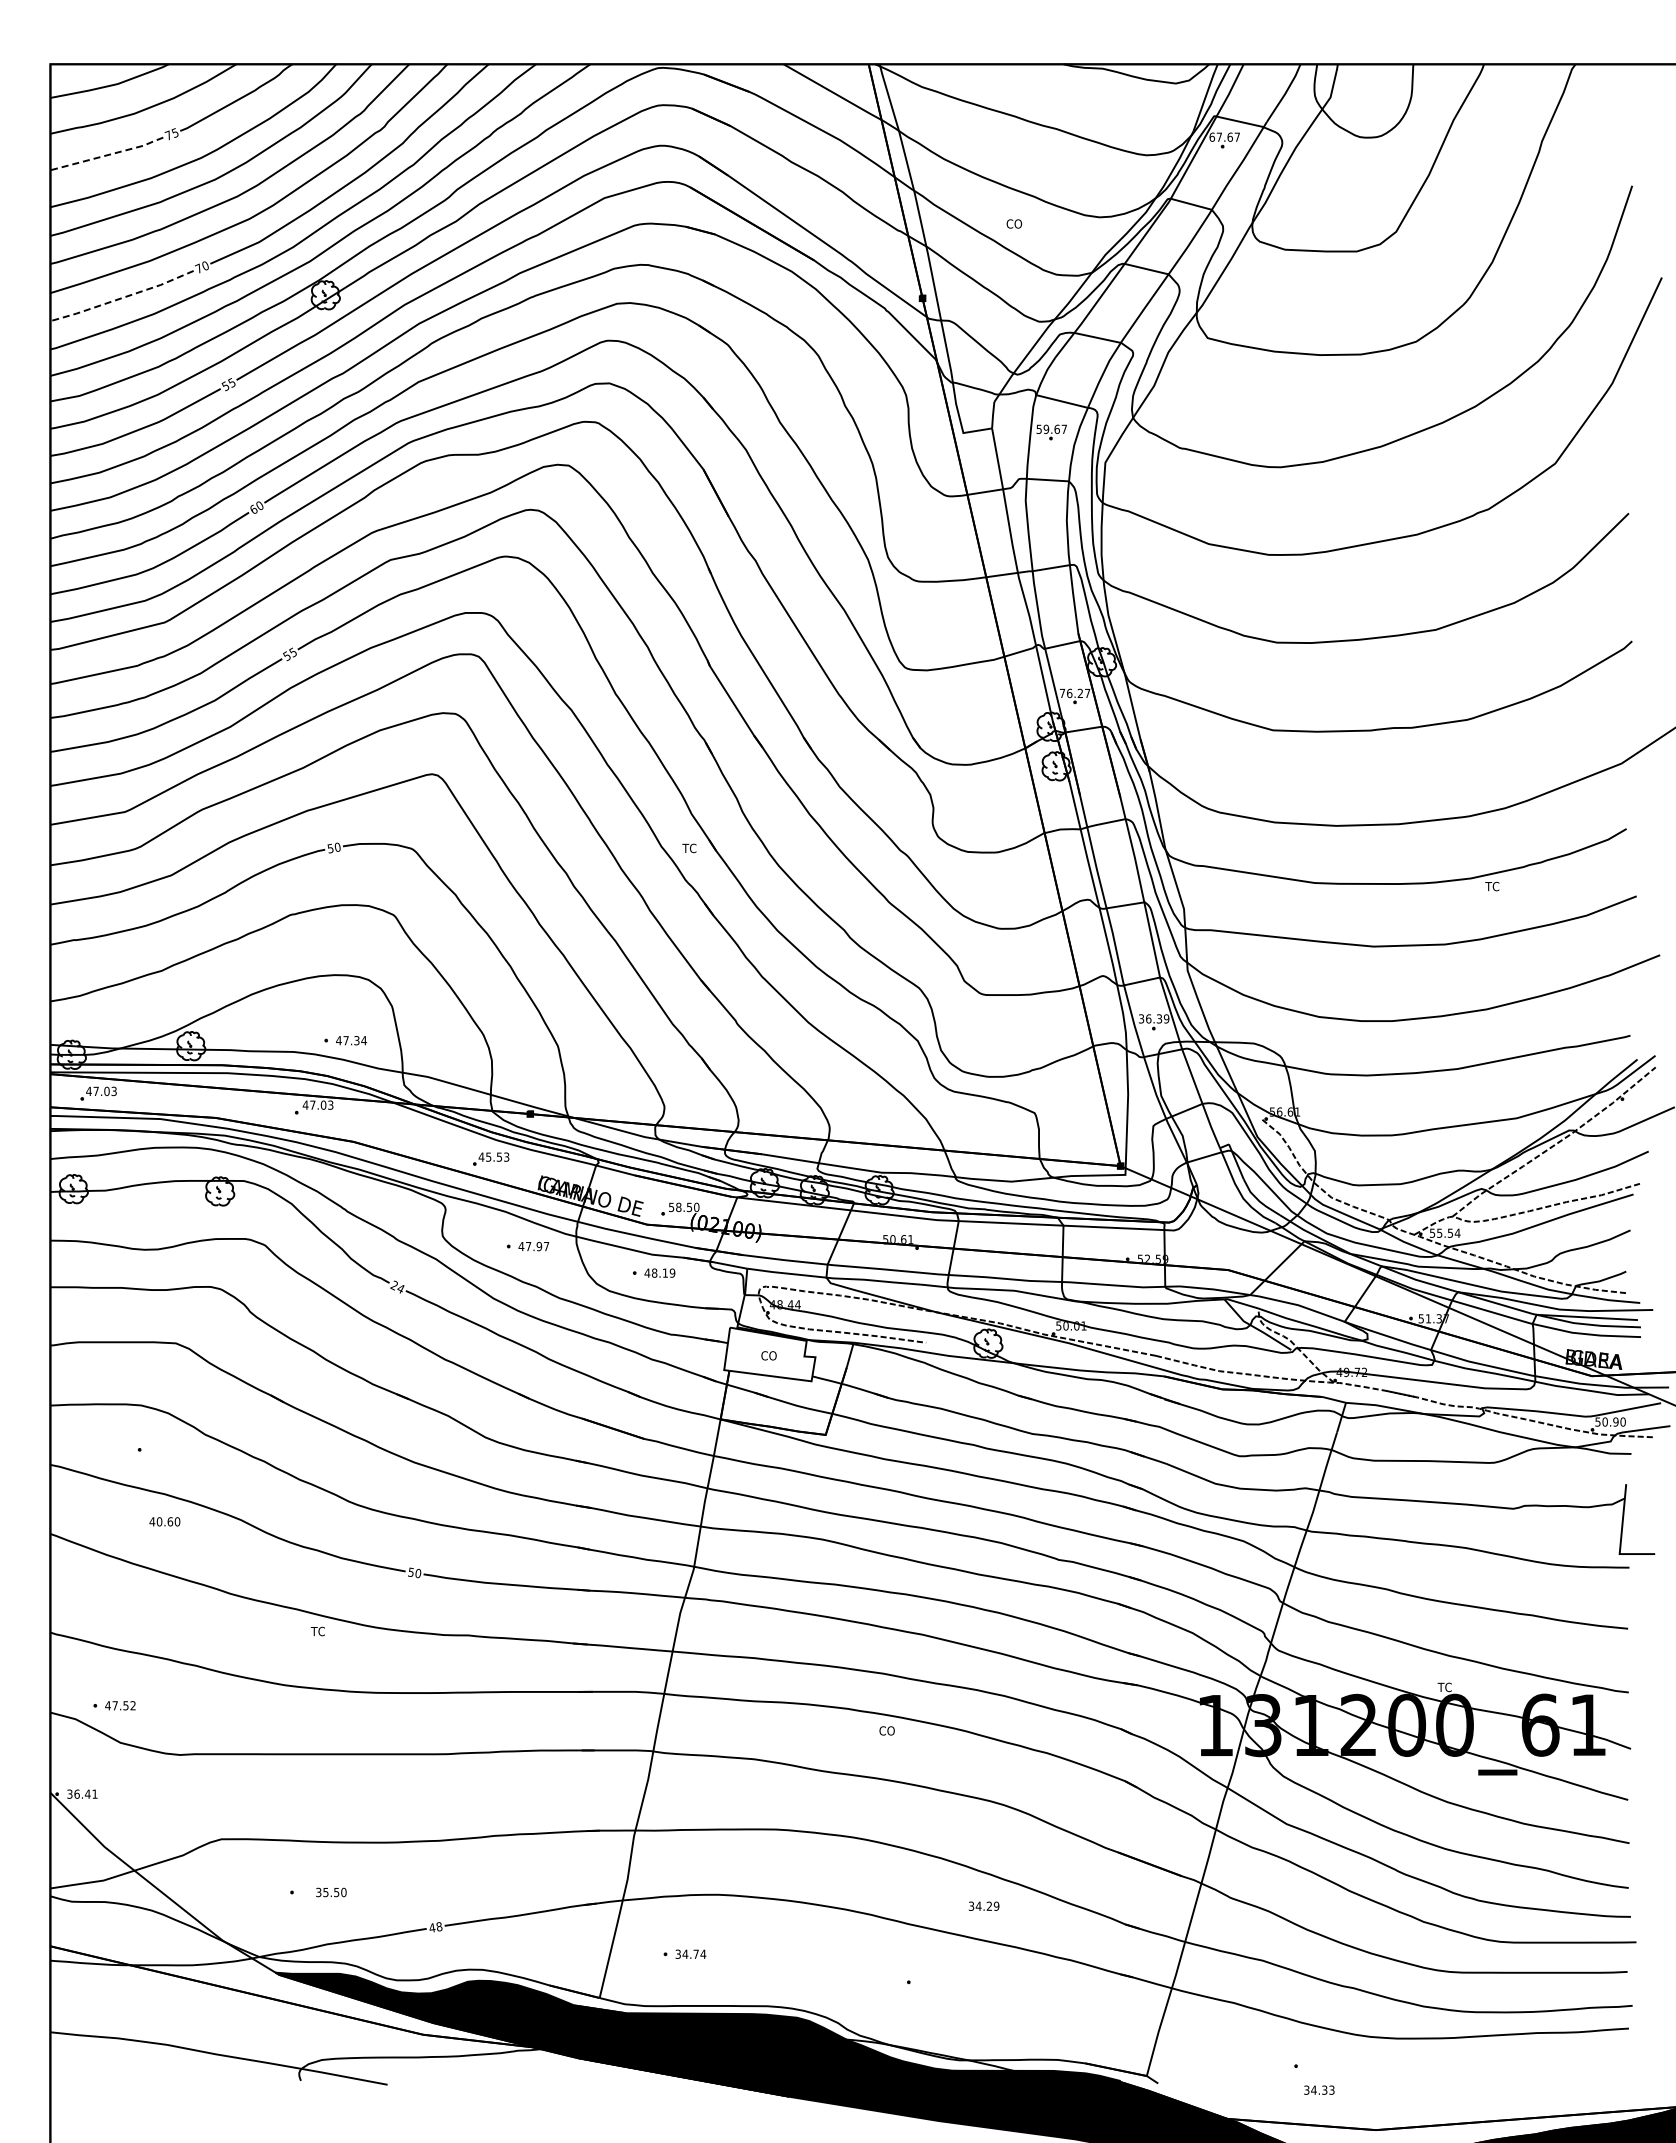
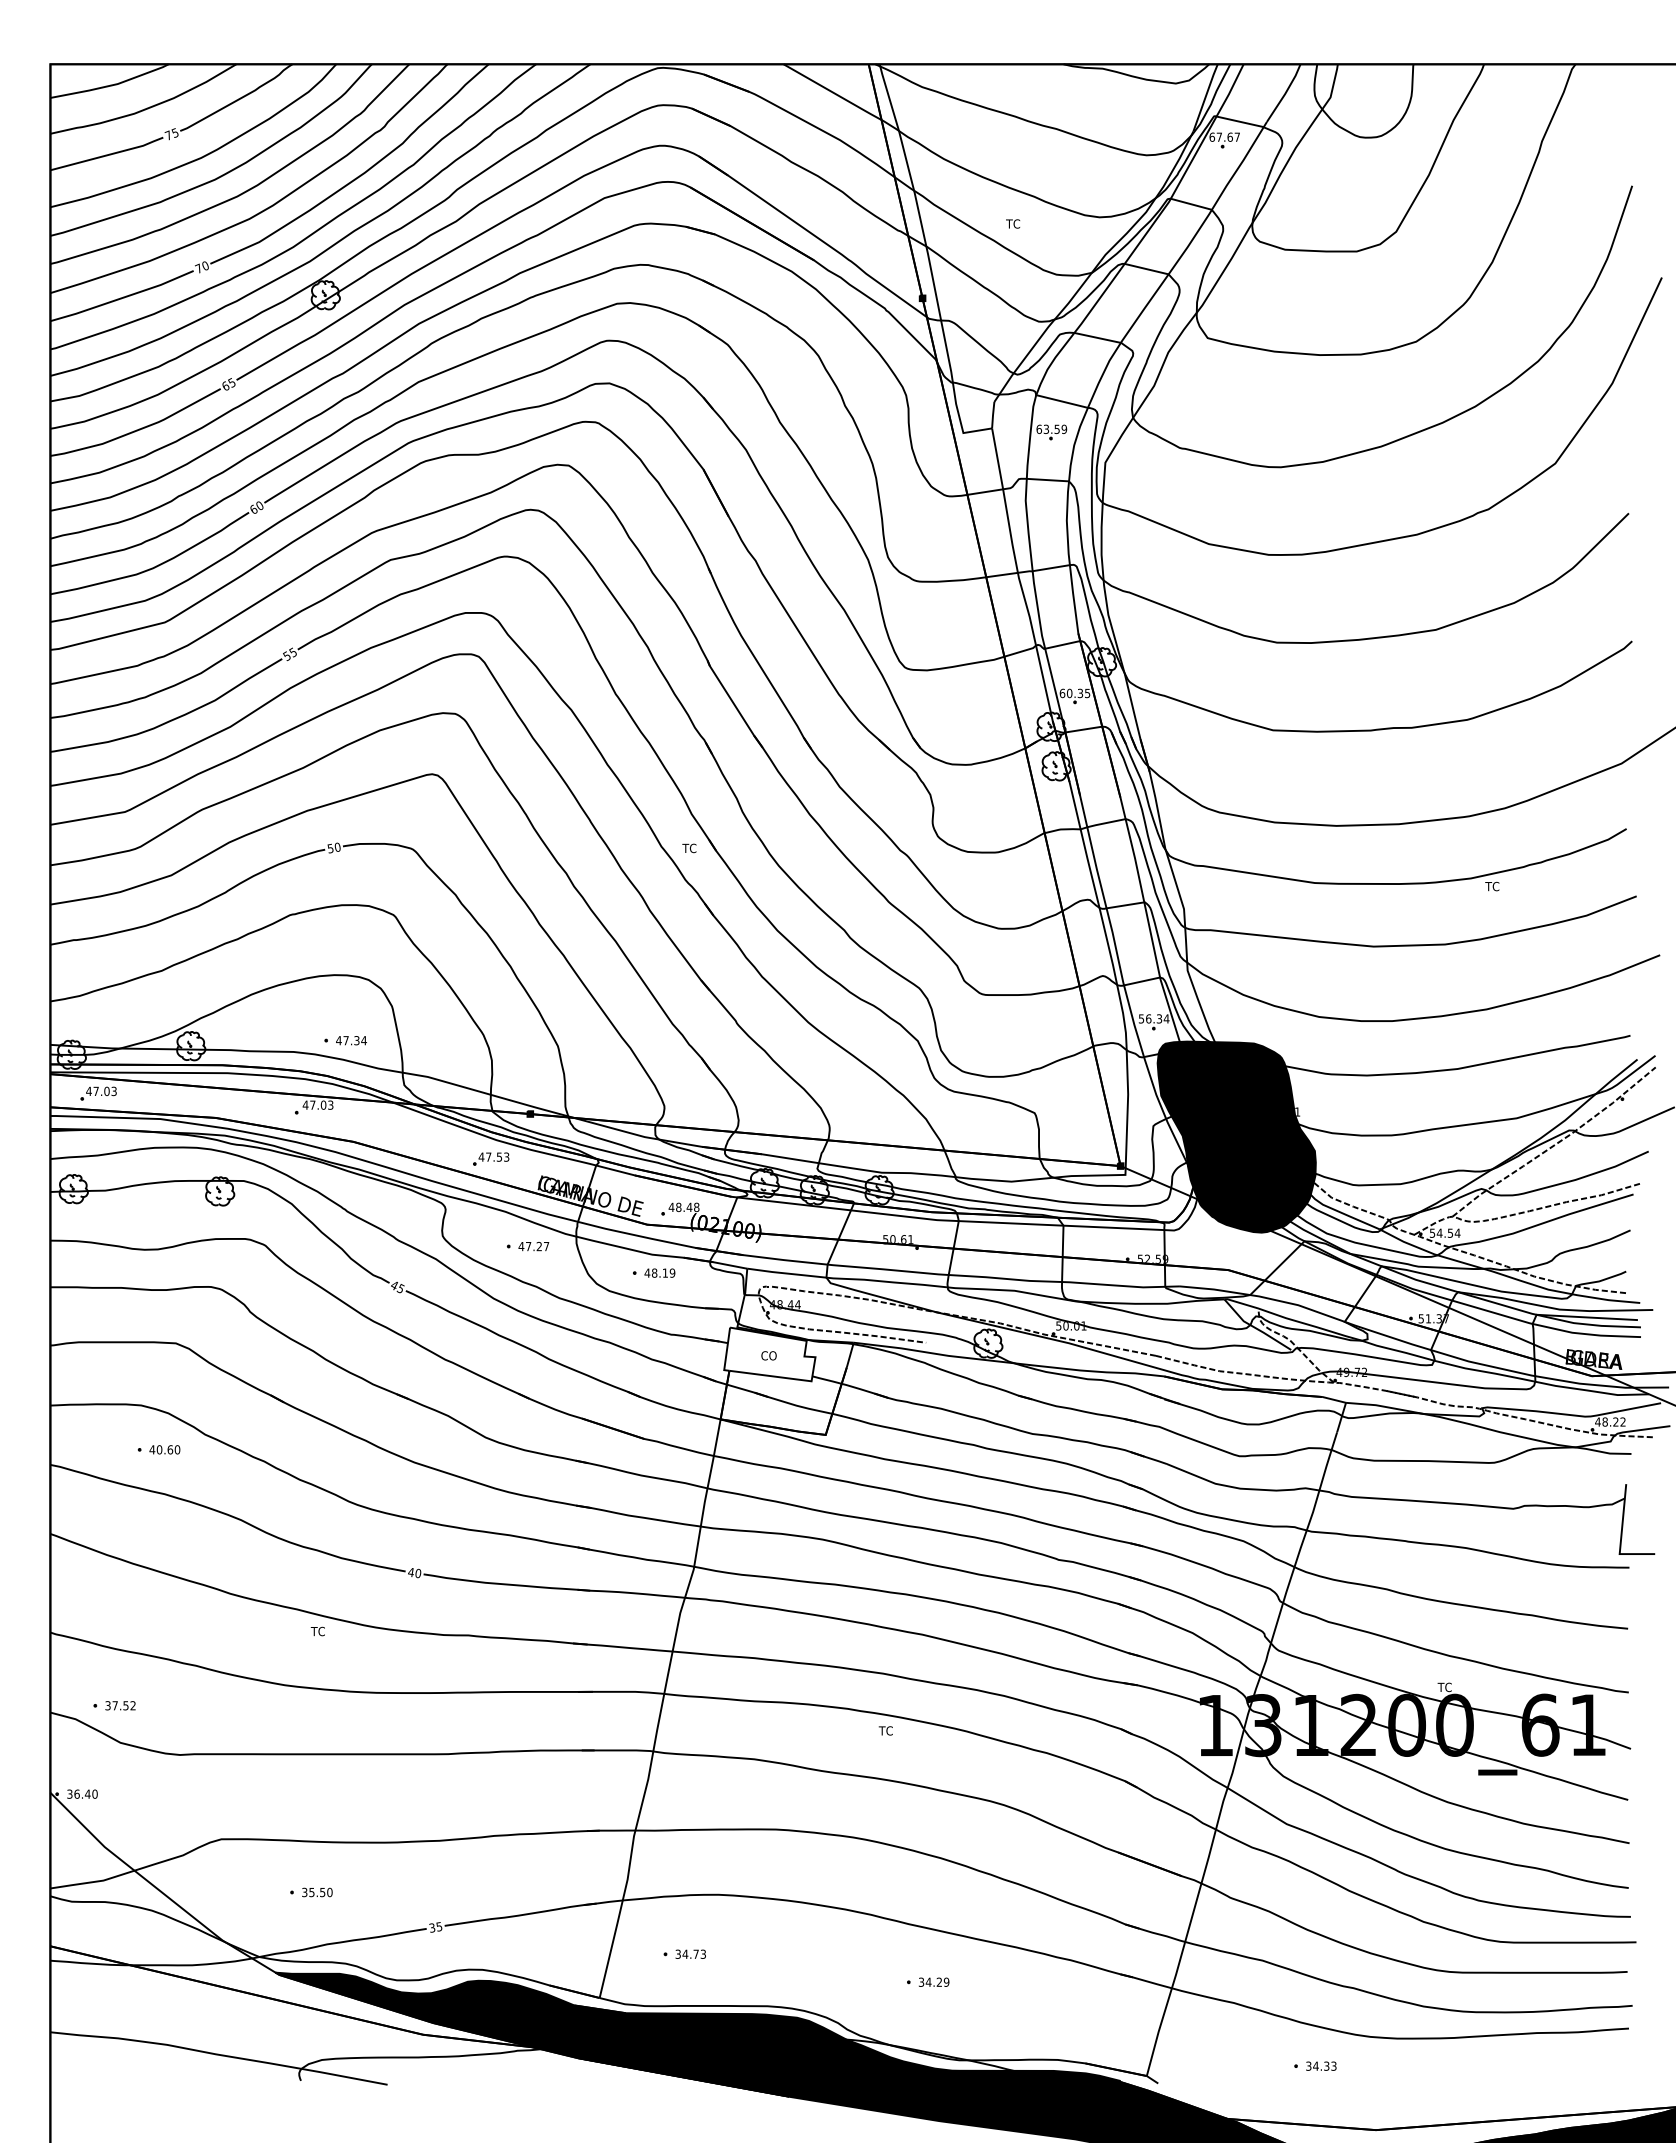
line at (108, 154): dashed -> solid
text at (1014, 223): CO -> TC
line at (122, 298): dashed -> solid
text at (225, 386): 55 -> 65
text at (1051, 429): 59.67 -> 63.59
text at (1074, 693): 76.27 -> 60.35
text at (1154, 1018): 36.39 -> 56.34
fill at (1236, 1136): none -> present
text at (488, 1156): 45.53 -> 47.53
text at (683, 1207): 58.50 -> 48.48
text at (1439, 1232): 55.54 -> 54.54
text at (539, 1246): 47.97 -> 47.27
text at (396, 1286): 24 -> 45
text at (1610, 1421): 50.90 -> 48.22
text at (164, 1521) position: (164, 1521) -> (164, 1449)
text at (410, 1571): 50 -> 40
text at (107, 1705): 47.52 -> 37.52
text at (886, 1730): CO -> TC
text at (94, 1793): 36.41 -> 36.40
text at (331, 1892) position: (331, 1892) -> (317, 1892)
text at (984, 1905) position: (984, 1905) -> (934, 1981)
text at (435, 1927): 48 -> 35
text at (703, 1953): 34.74 -> 34.73
text at (1319, 2089) position: (1319, 2089) -> (1321, 2065)
